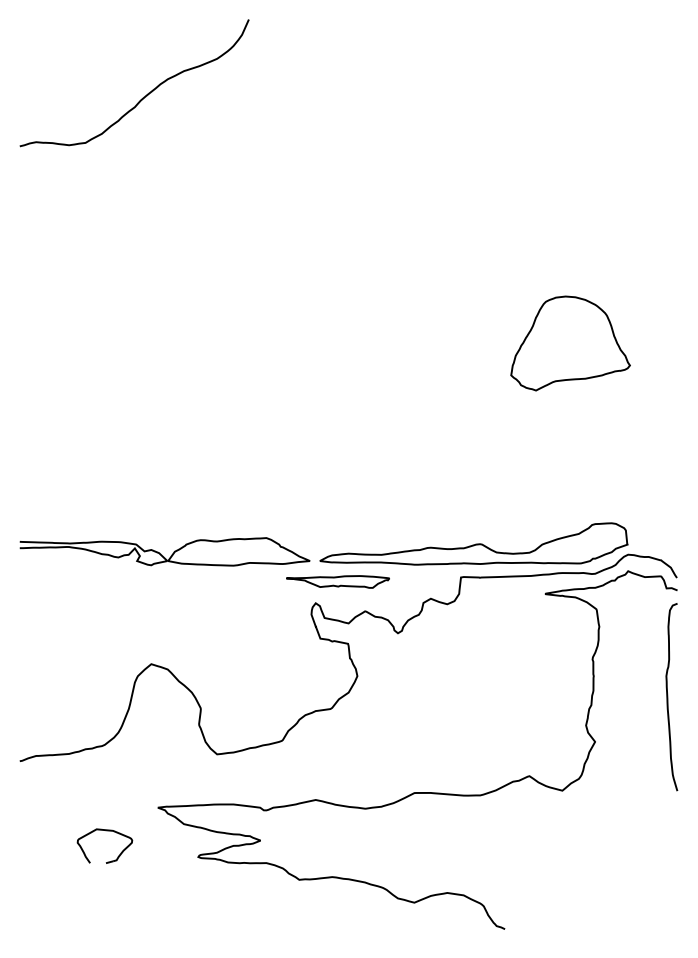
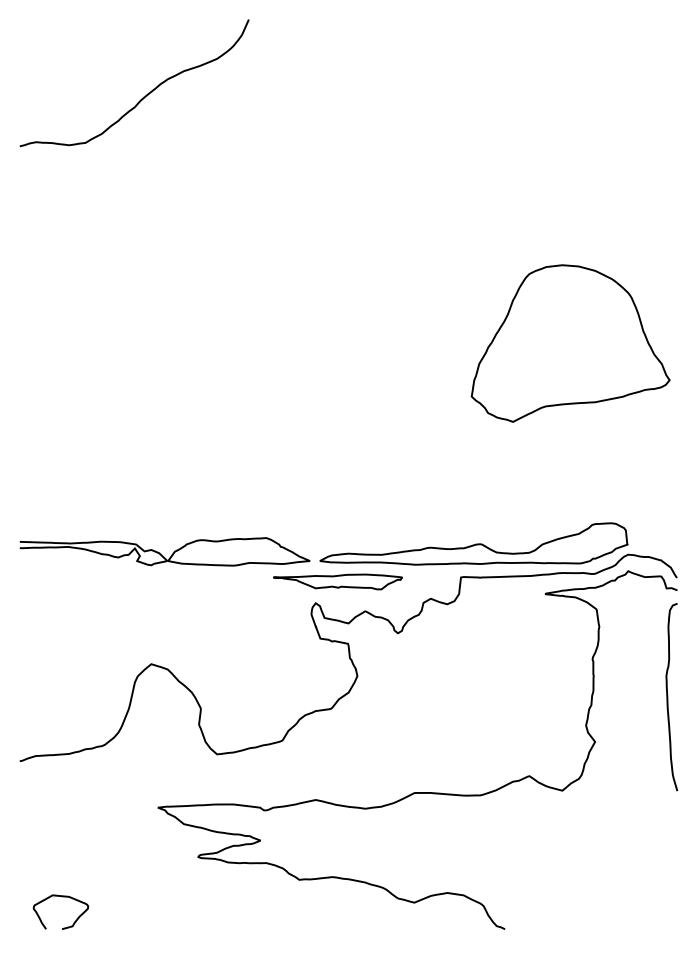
part at (570, 343) size: 121x97 px -> 201x159 px
part at (337, 581) size: 104x14 px -> 130x18 px
part at (105, 831) position: (105, 831) -> (61, 897)
